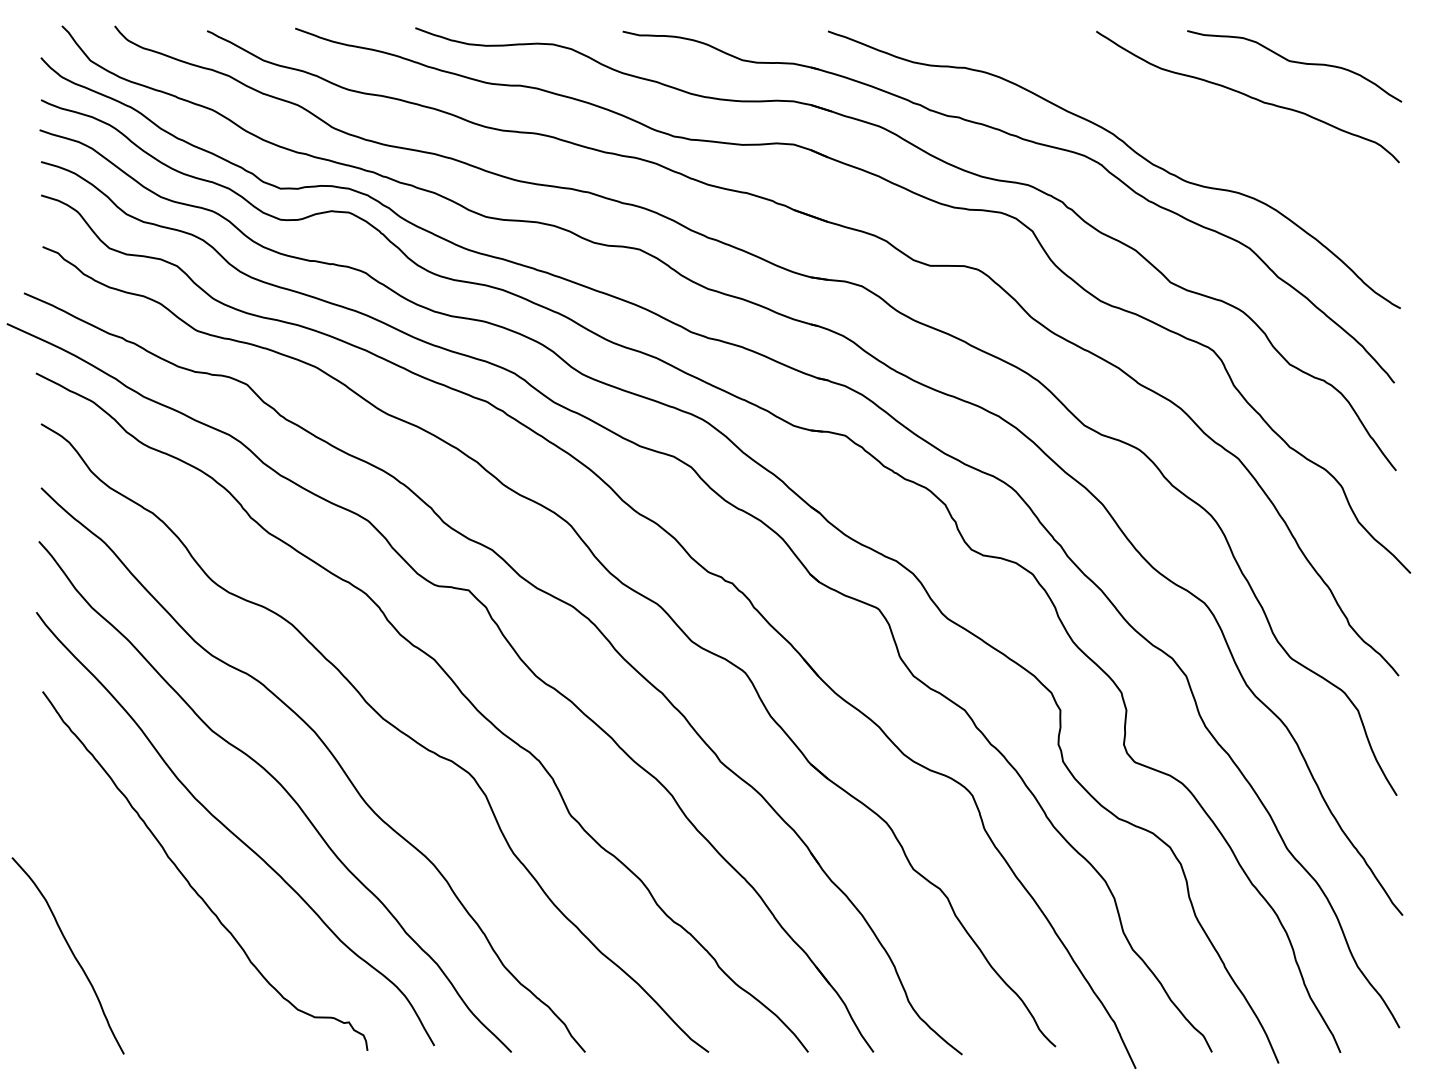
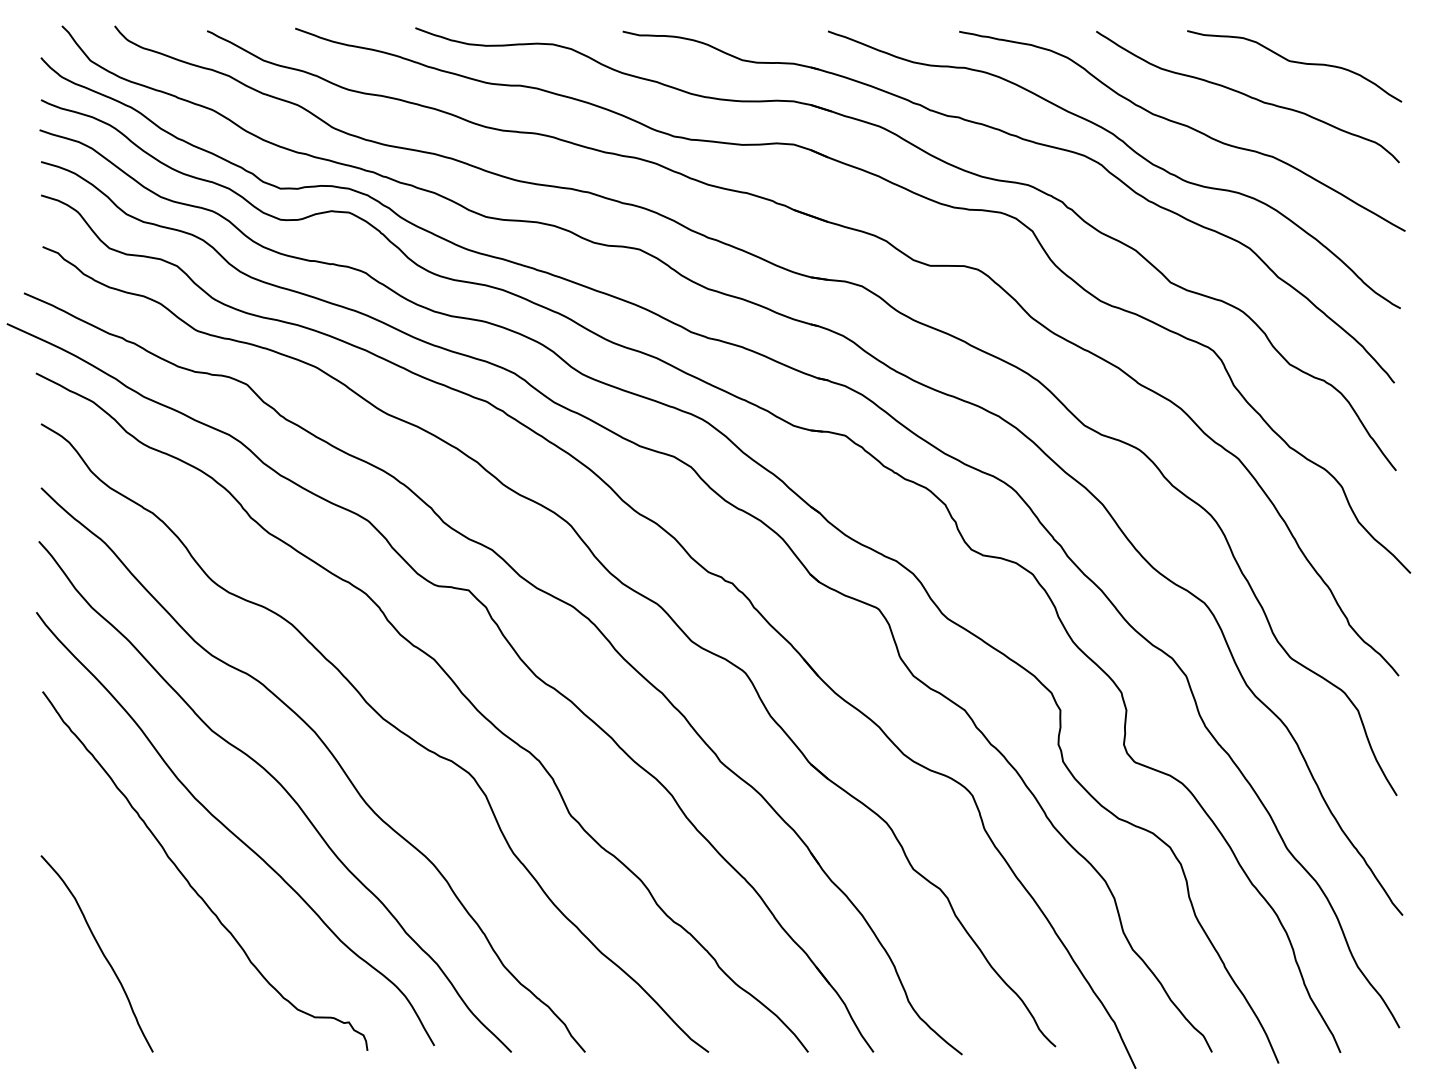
curve at (1184, 126): none -> present
curve at (71, 953) position: (71, 953) -> (100, 951)
